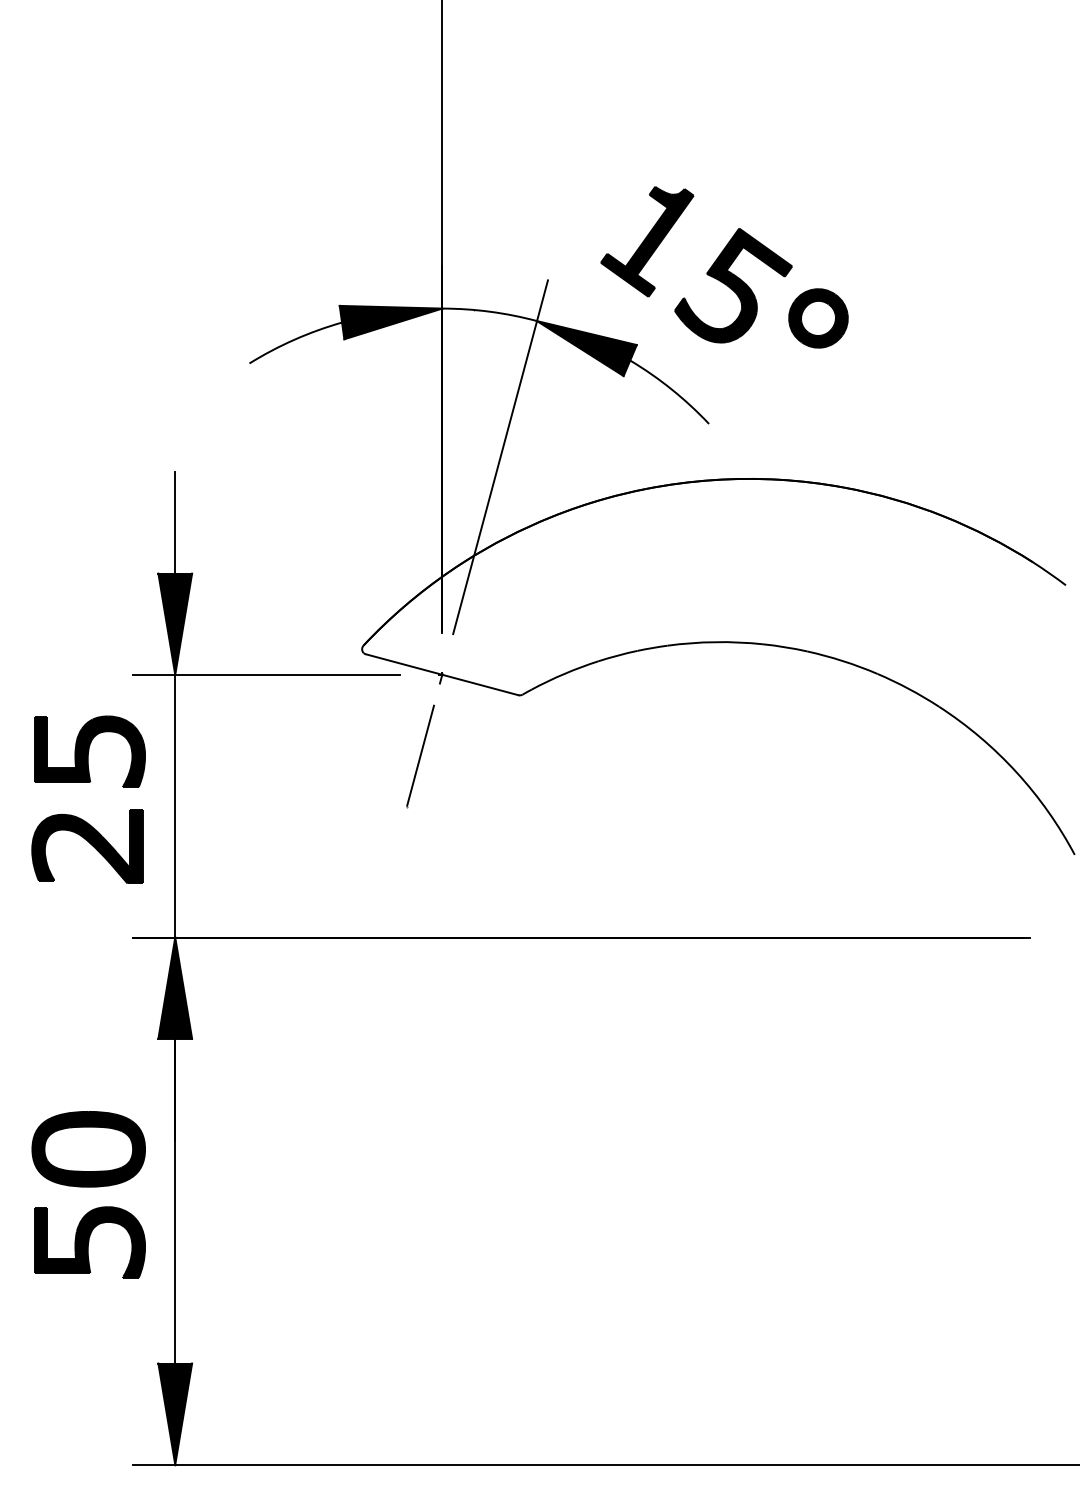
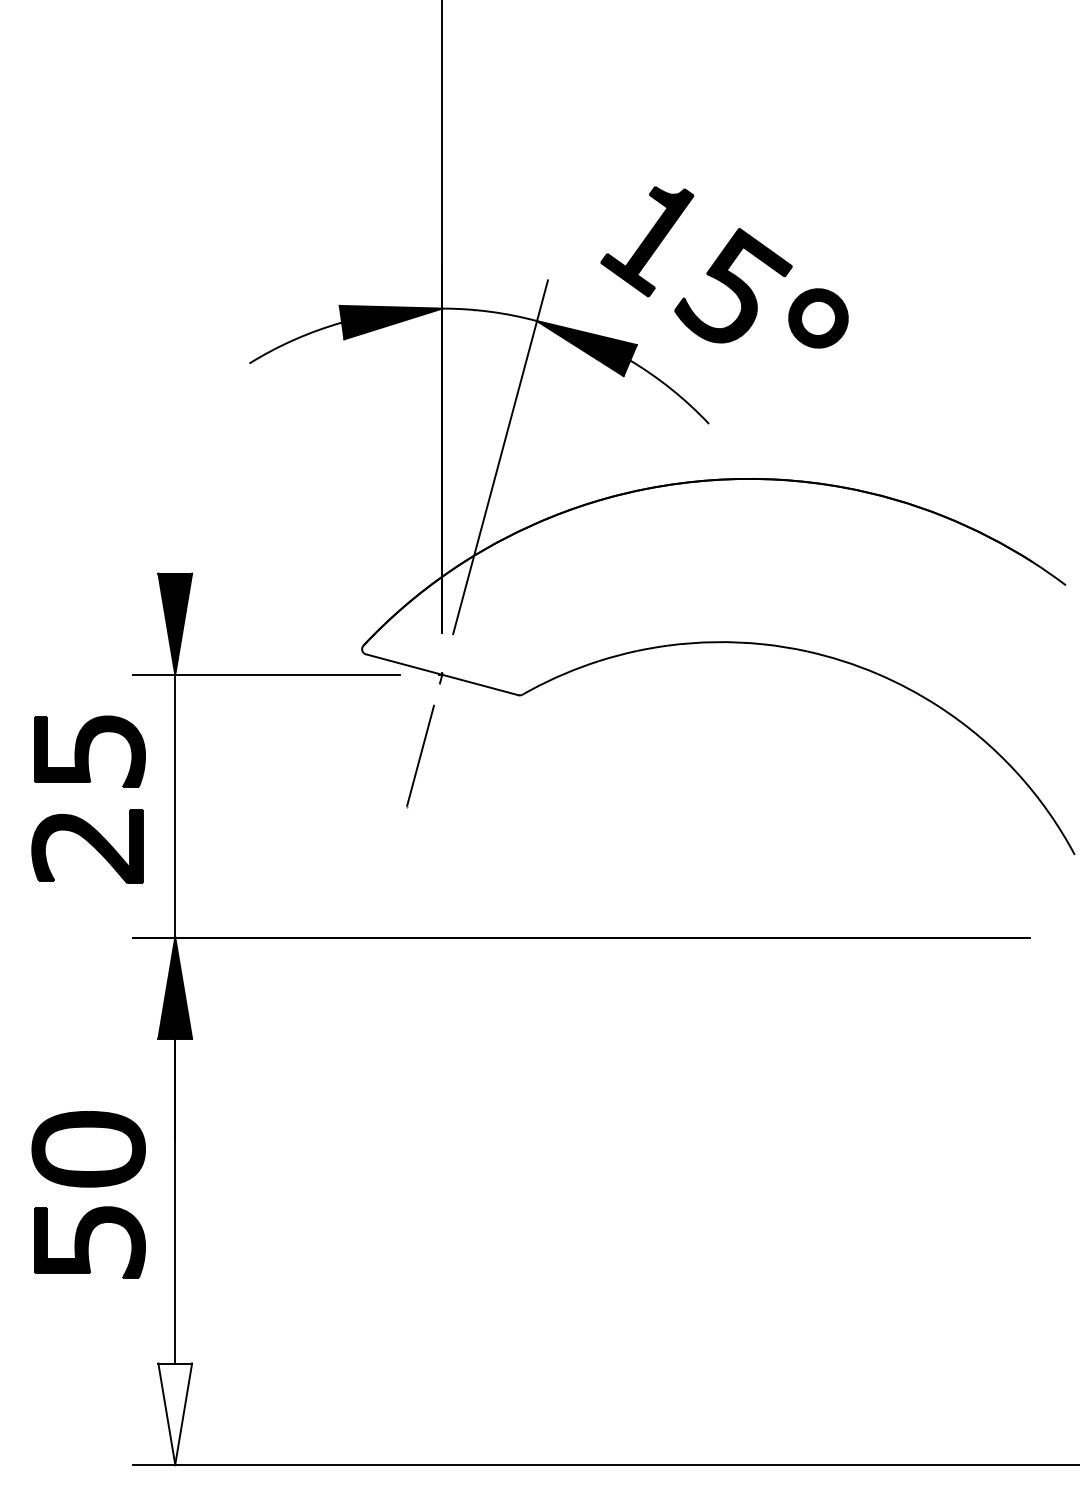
line at (175, 522): present -> none
fill at (175, 1413): present -> none
